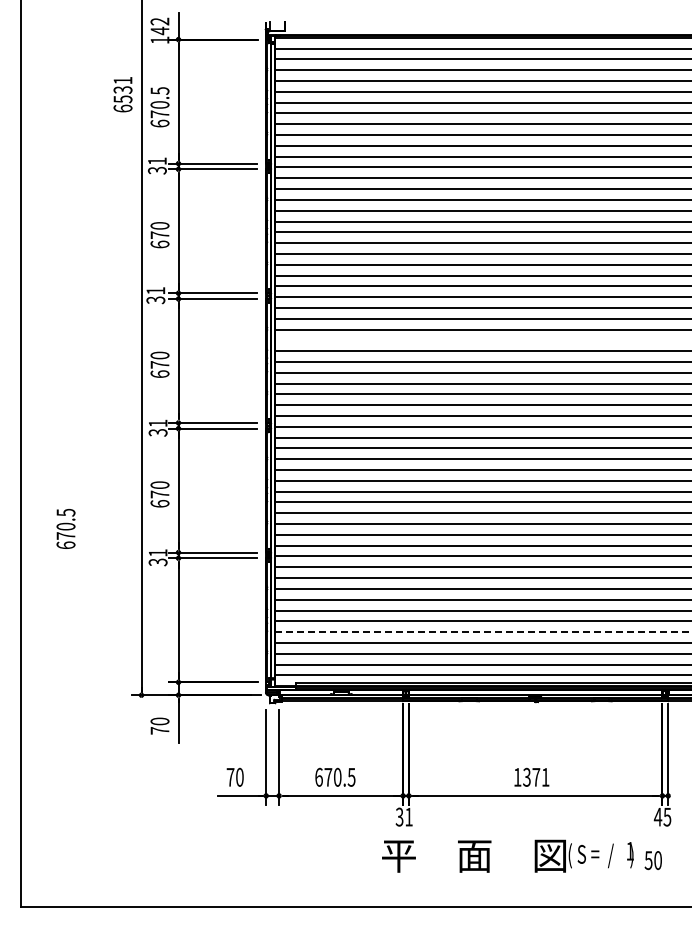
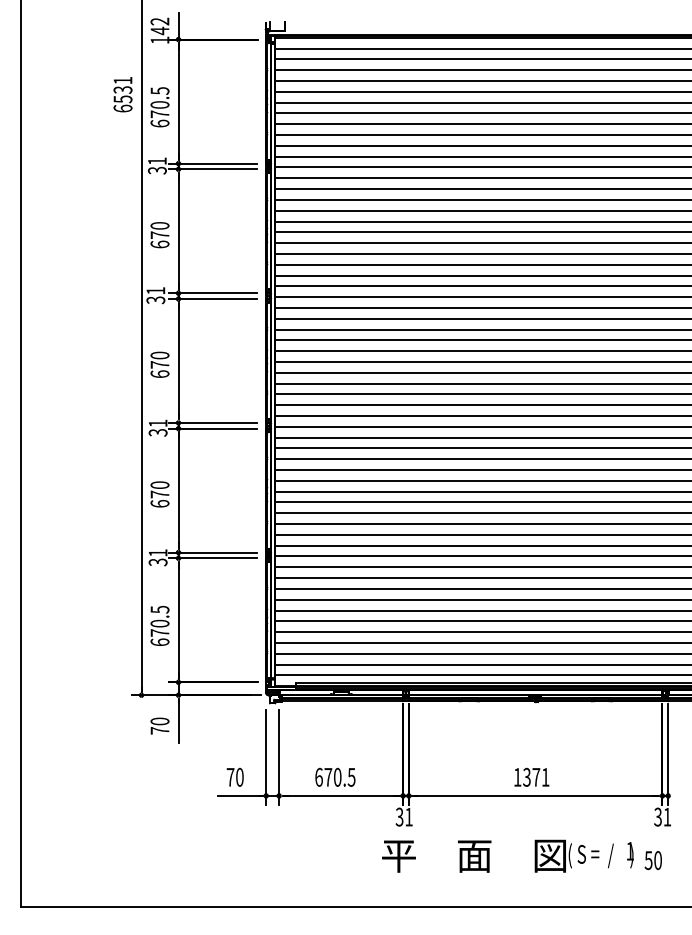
line at (481, 340): none -> present
text at (65, 528) position: (65, 528) -> (159, 625)
line at (483, 632): dashed -> solid
text at (662, 816): 45 -> 31
